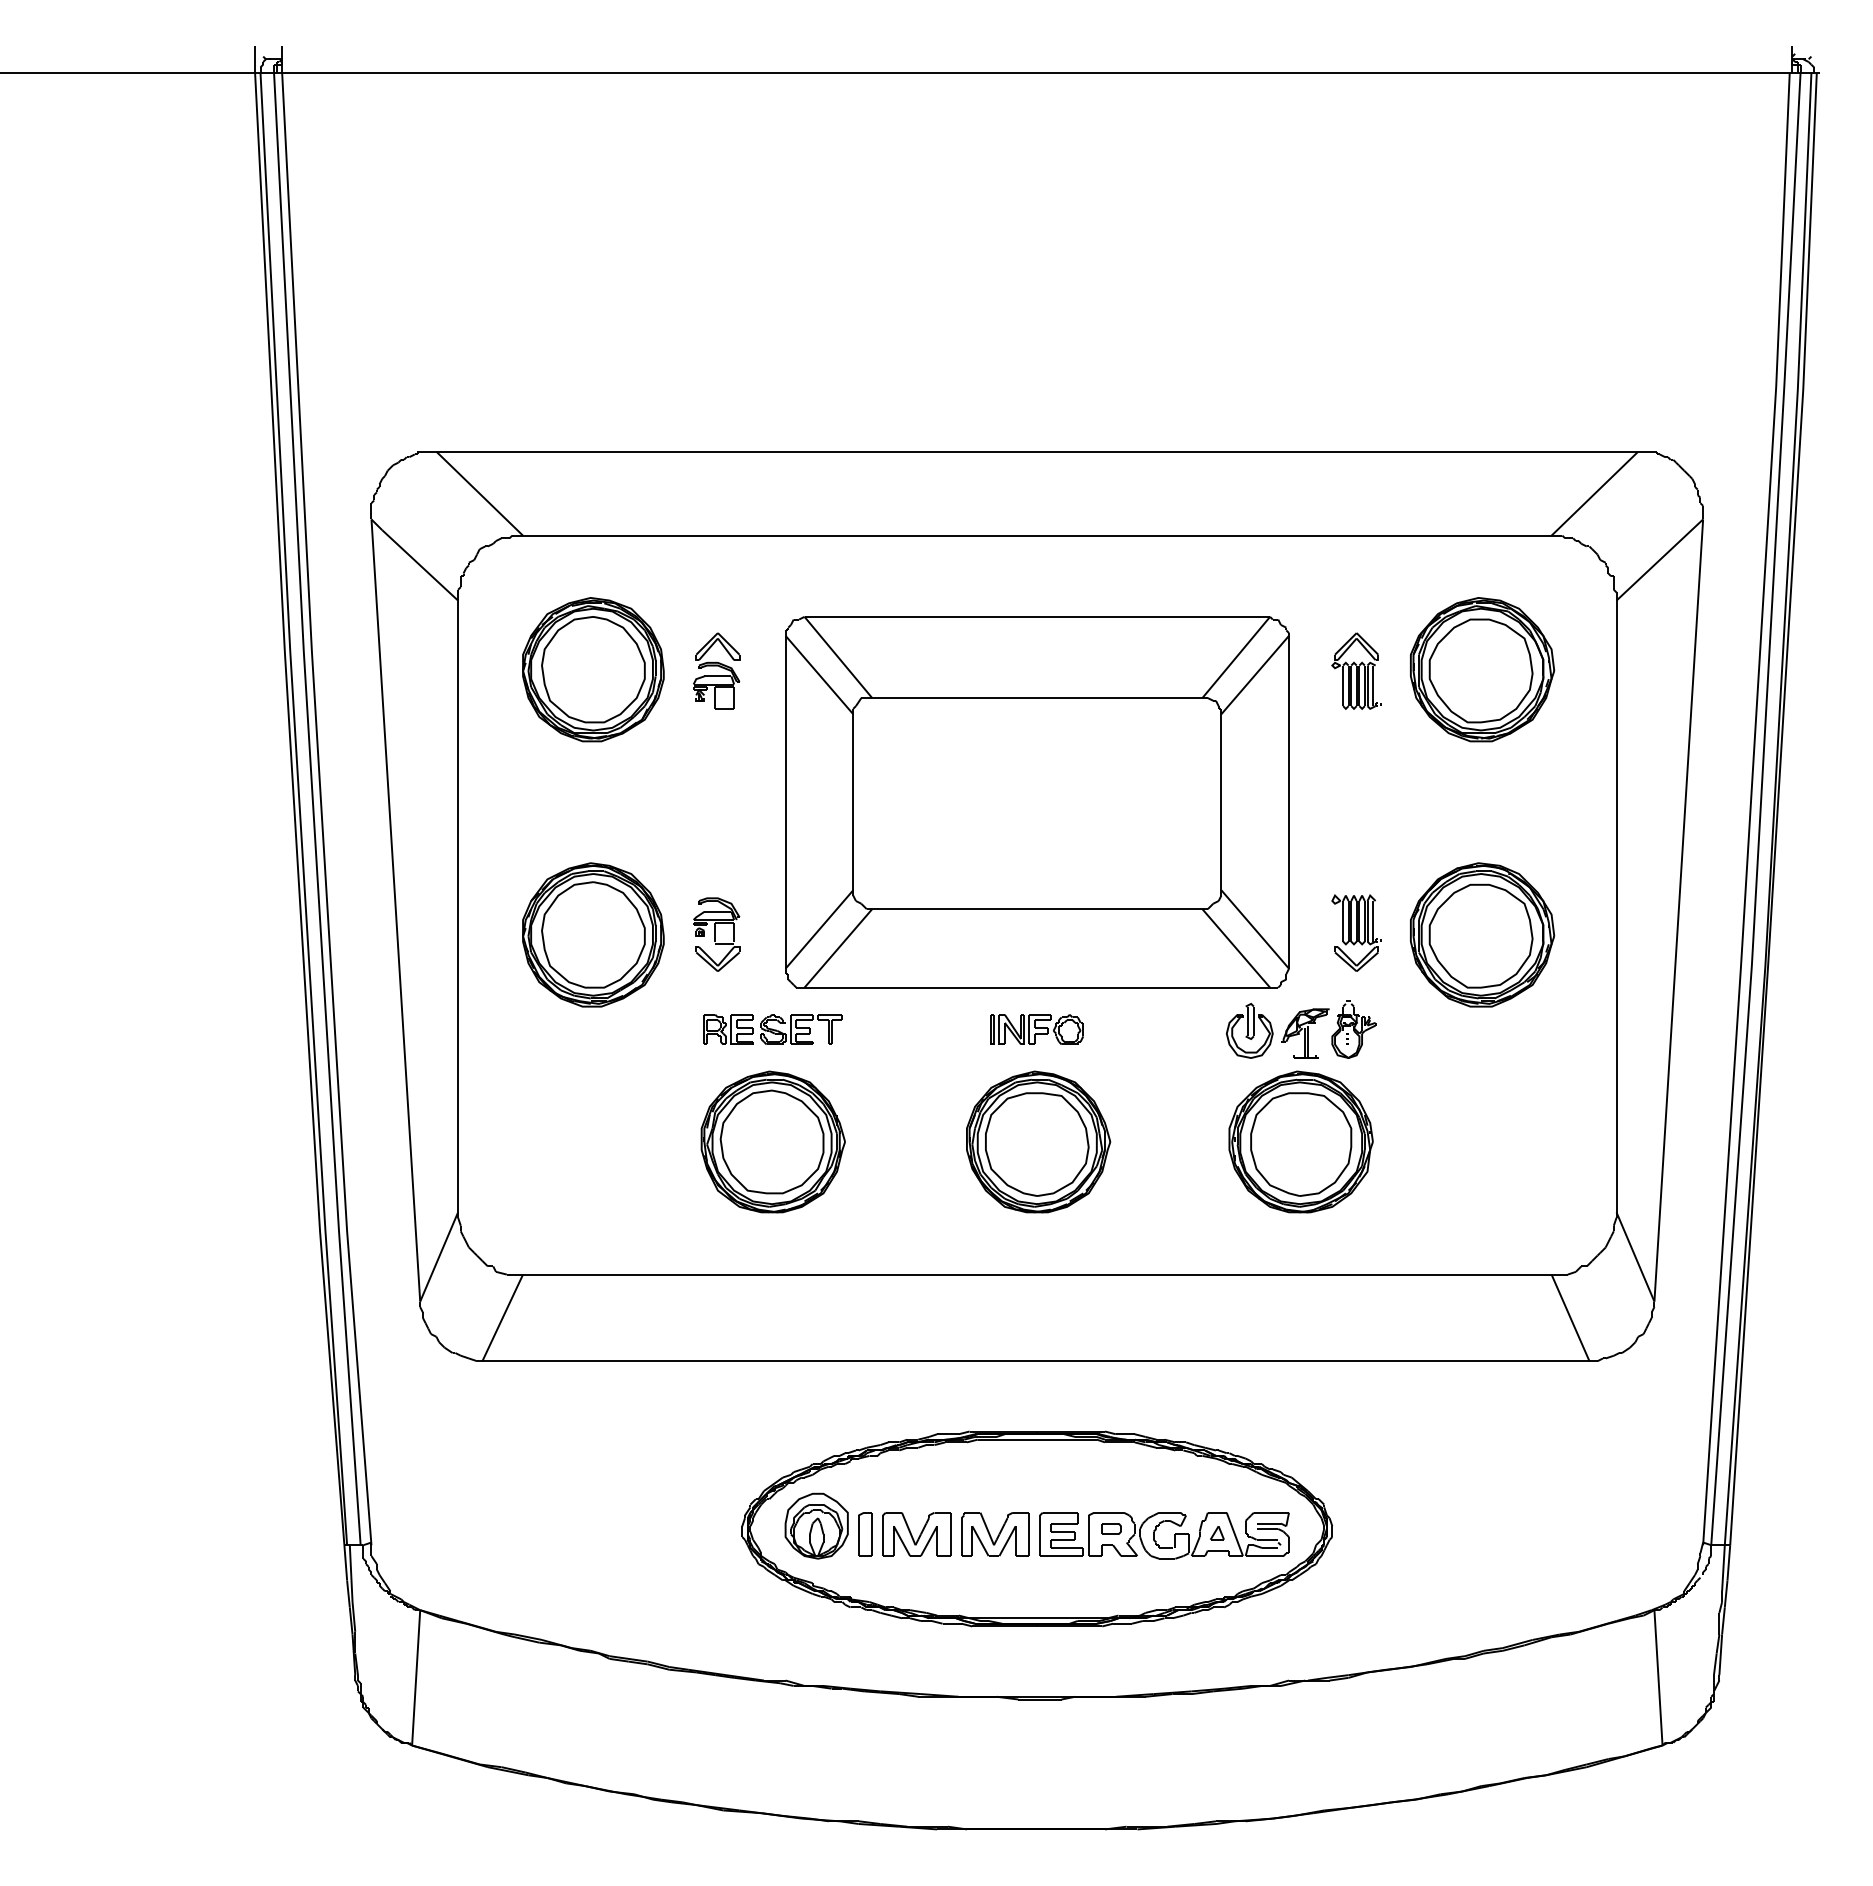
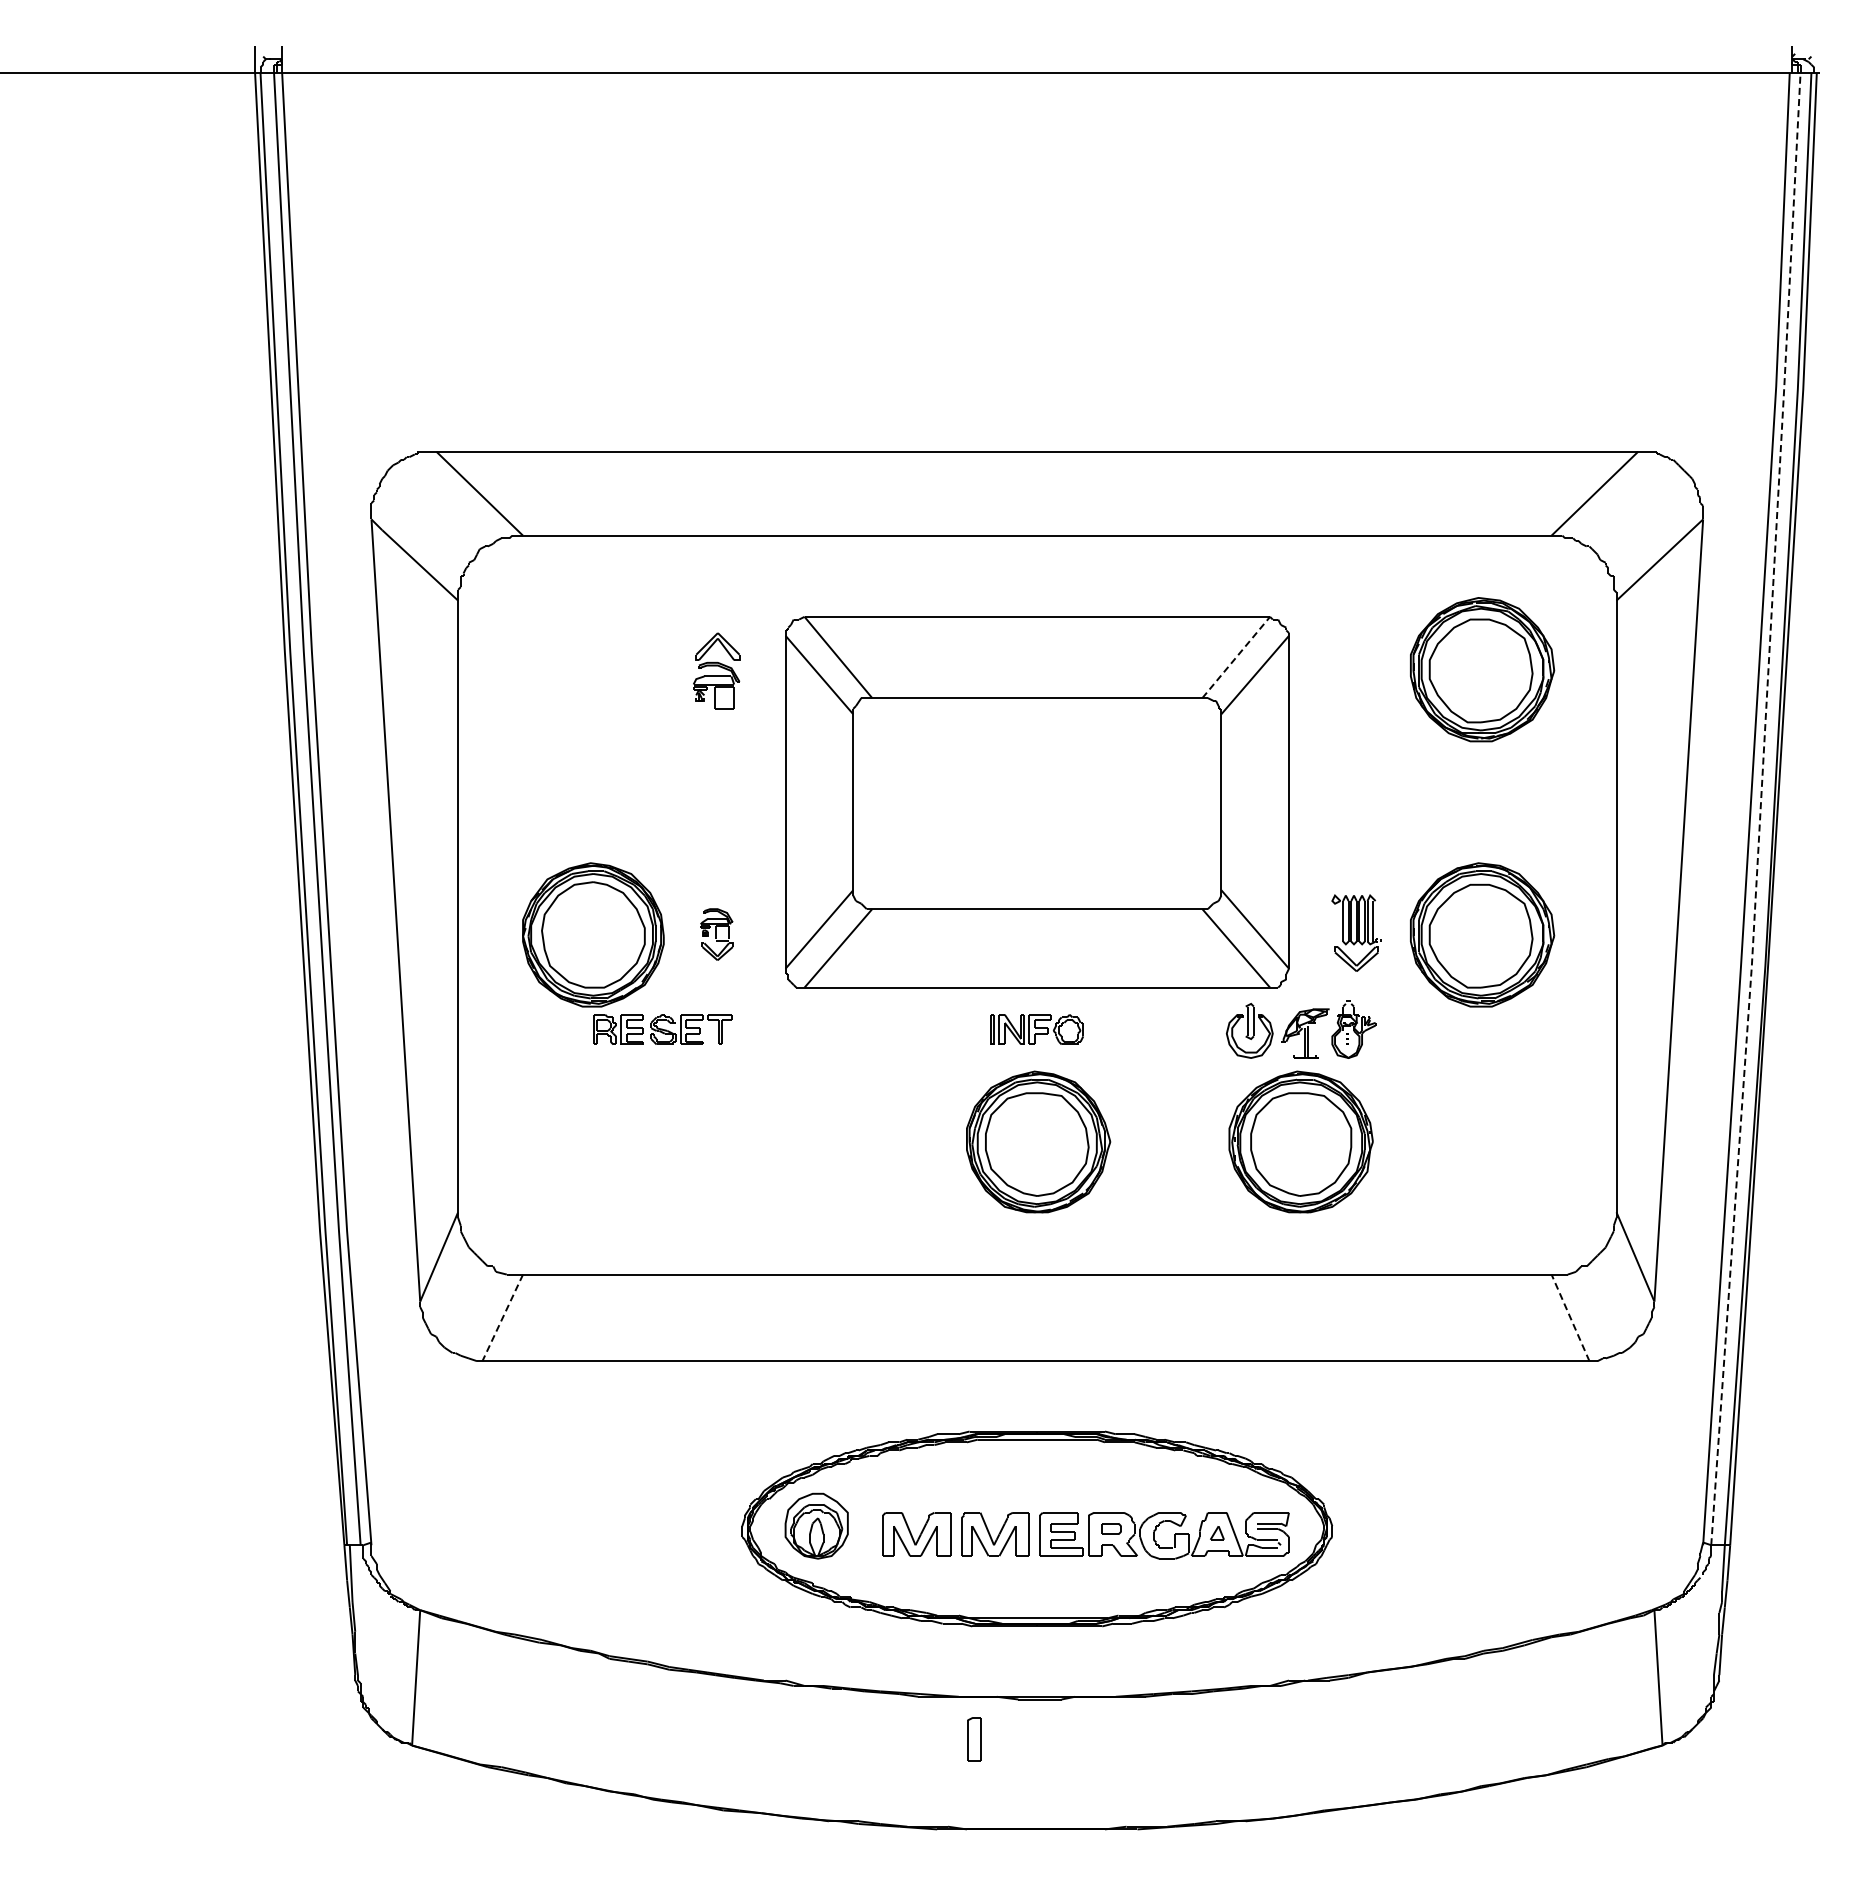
line at (1236, 657): solid -> dashed
part at (593, 669): present -> none
part at (1356, 670): present -> none
line at (1760, 808): solid -> dashed
part at (716, 934) size: 48x75 px -> 34x53 px
part at (772, 1029) position: (772, 1029) -> (662, 1029)
part at (772, 1141): present -> none
line at (502, 1317): solid -> dashed
line at (1570, 1317): solid -> dashed
part at (865, 1534) position: (865, 1534) -> (974, 1739)
